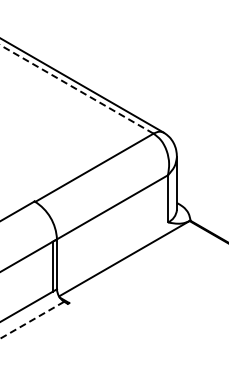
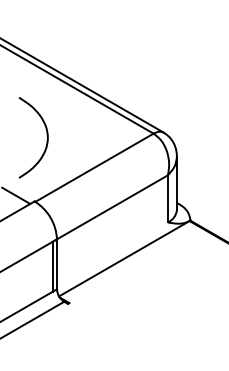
line at (76, 89): dashed -> solid
curve at (46, 135): none -> present
line at (16, 195): none -> present
line at (32, 320): dashed -> solid
